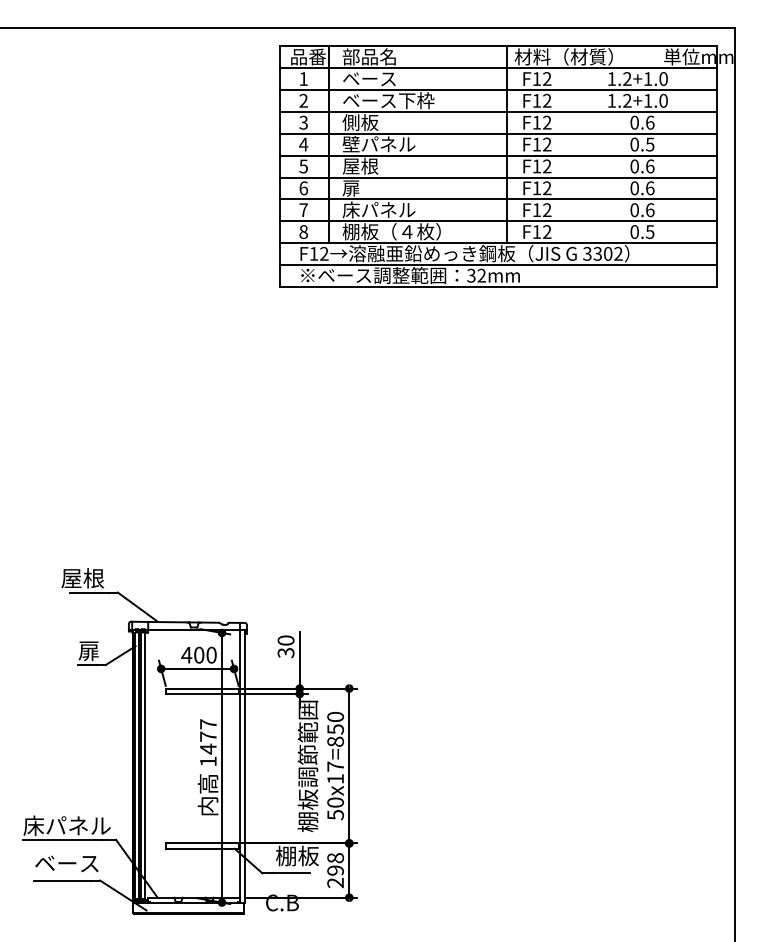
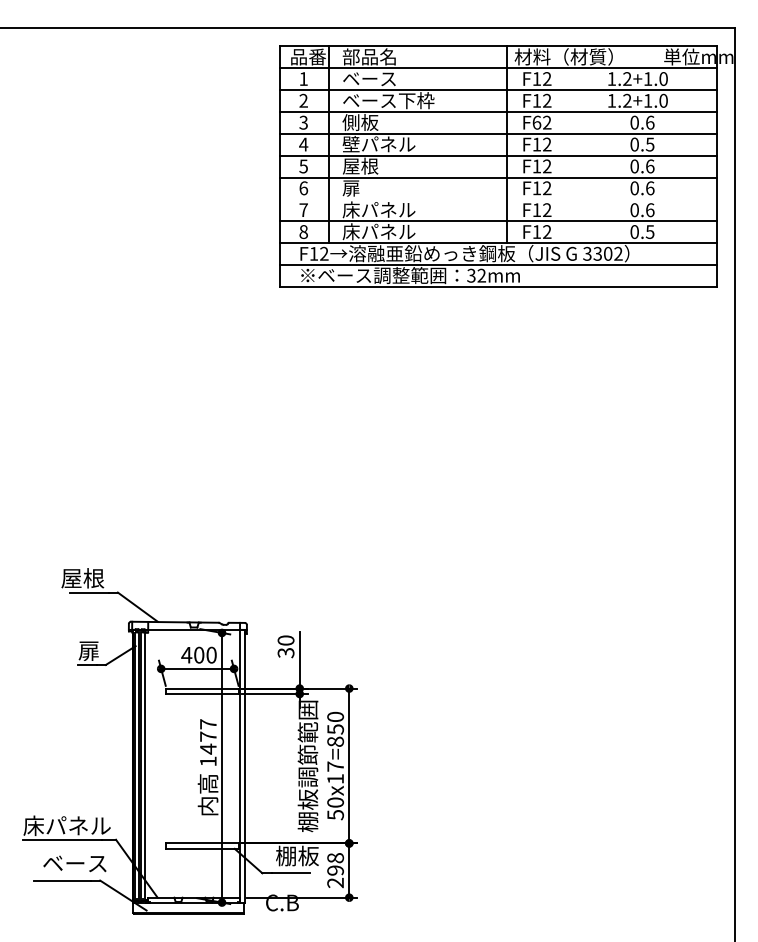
text at (536, 122): F12 -> F62
line at (498, 199): present -> none
text at (391, 231): 棚板（４枚） -> 床パネル
text at (66, 863) position: (66, 863) -> (74, 863)
